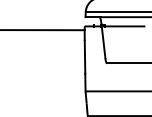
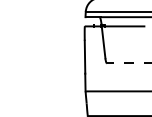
line at (43, 30): present -> none
line at (128, 63): solid -> dashed
